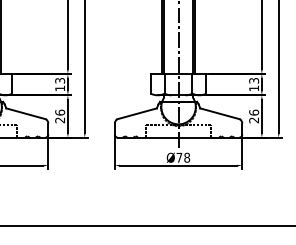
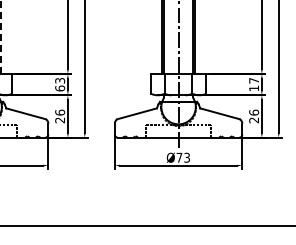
line at (0, 37): solid -> dashed
text at (254, 80): 13 -> 17
text at (60, 88): 13 -> 63
text at (187, 157): Ø78 -> Ø73
